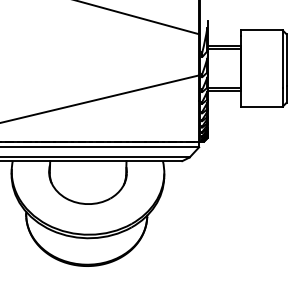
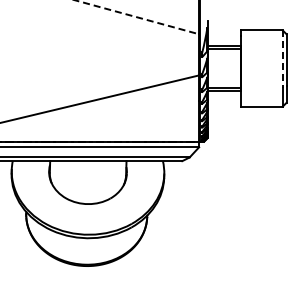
line at (136, 17): solid -> dashed
line at (282, 59): solid -> dashed
